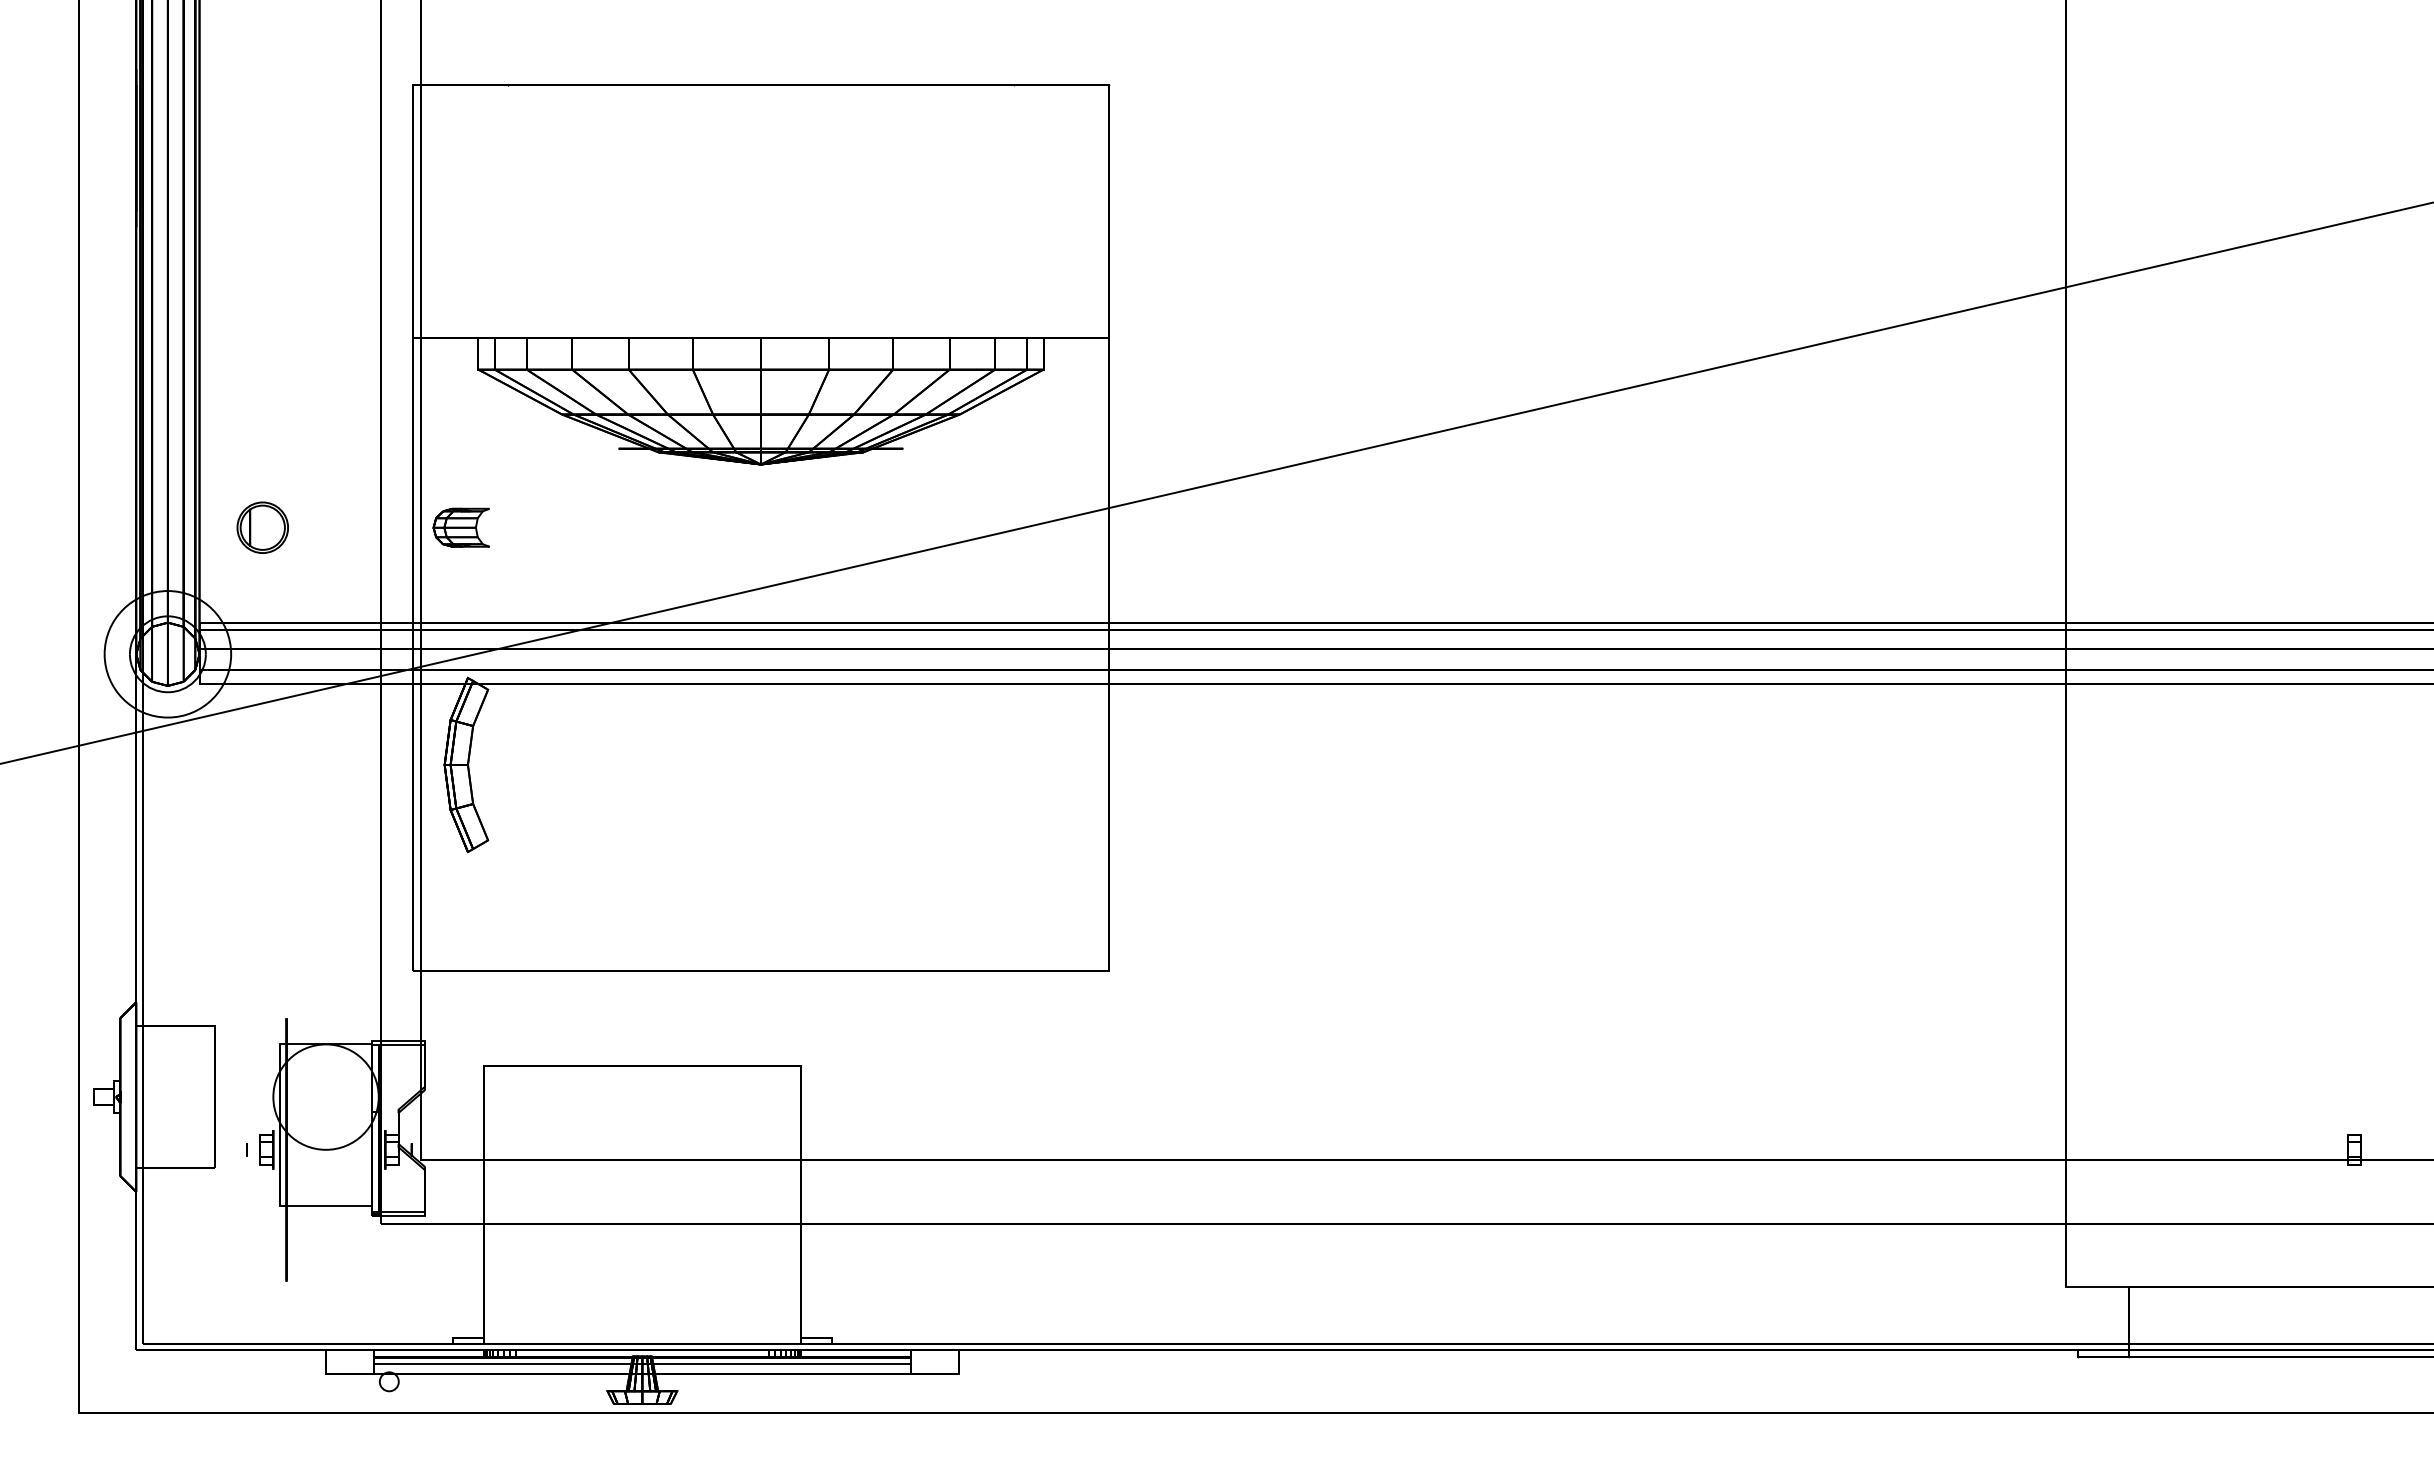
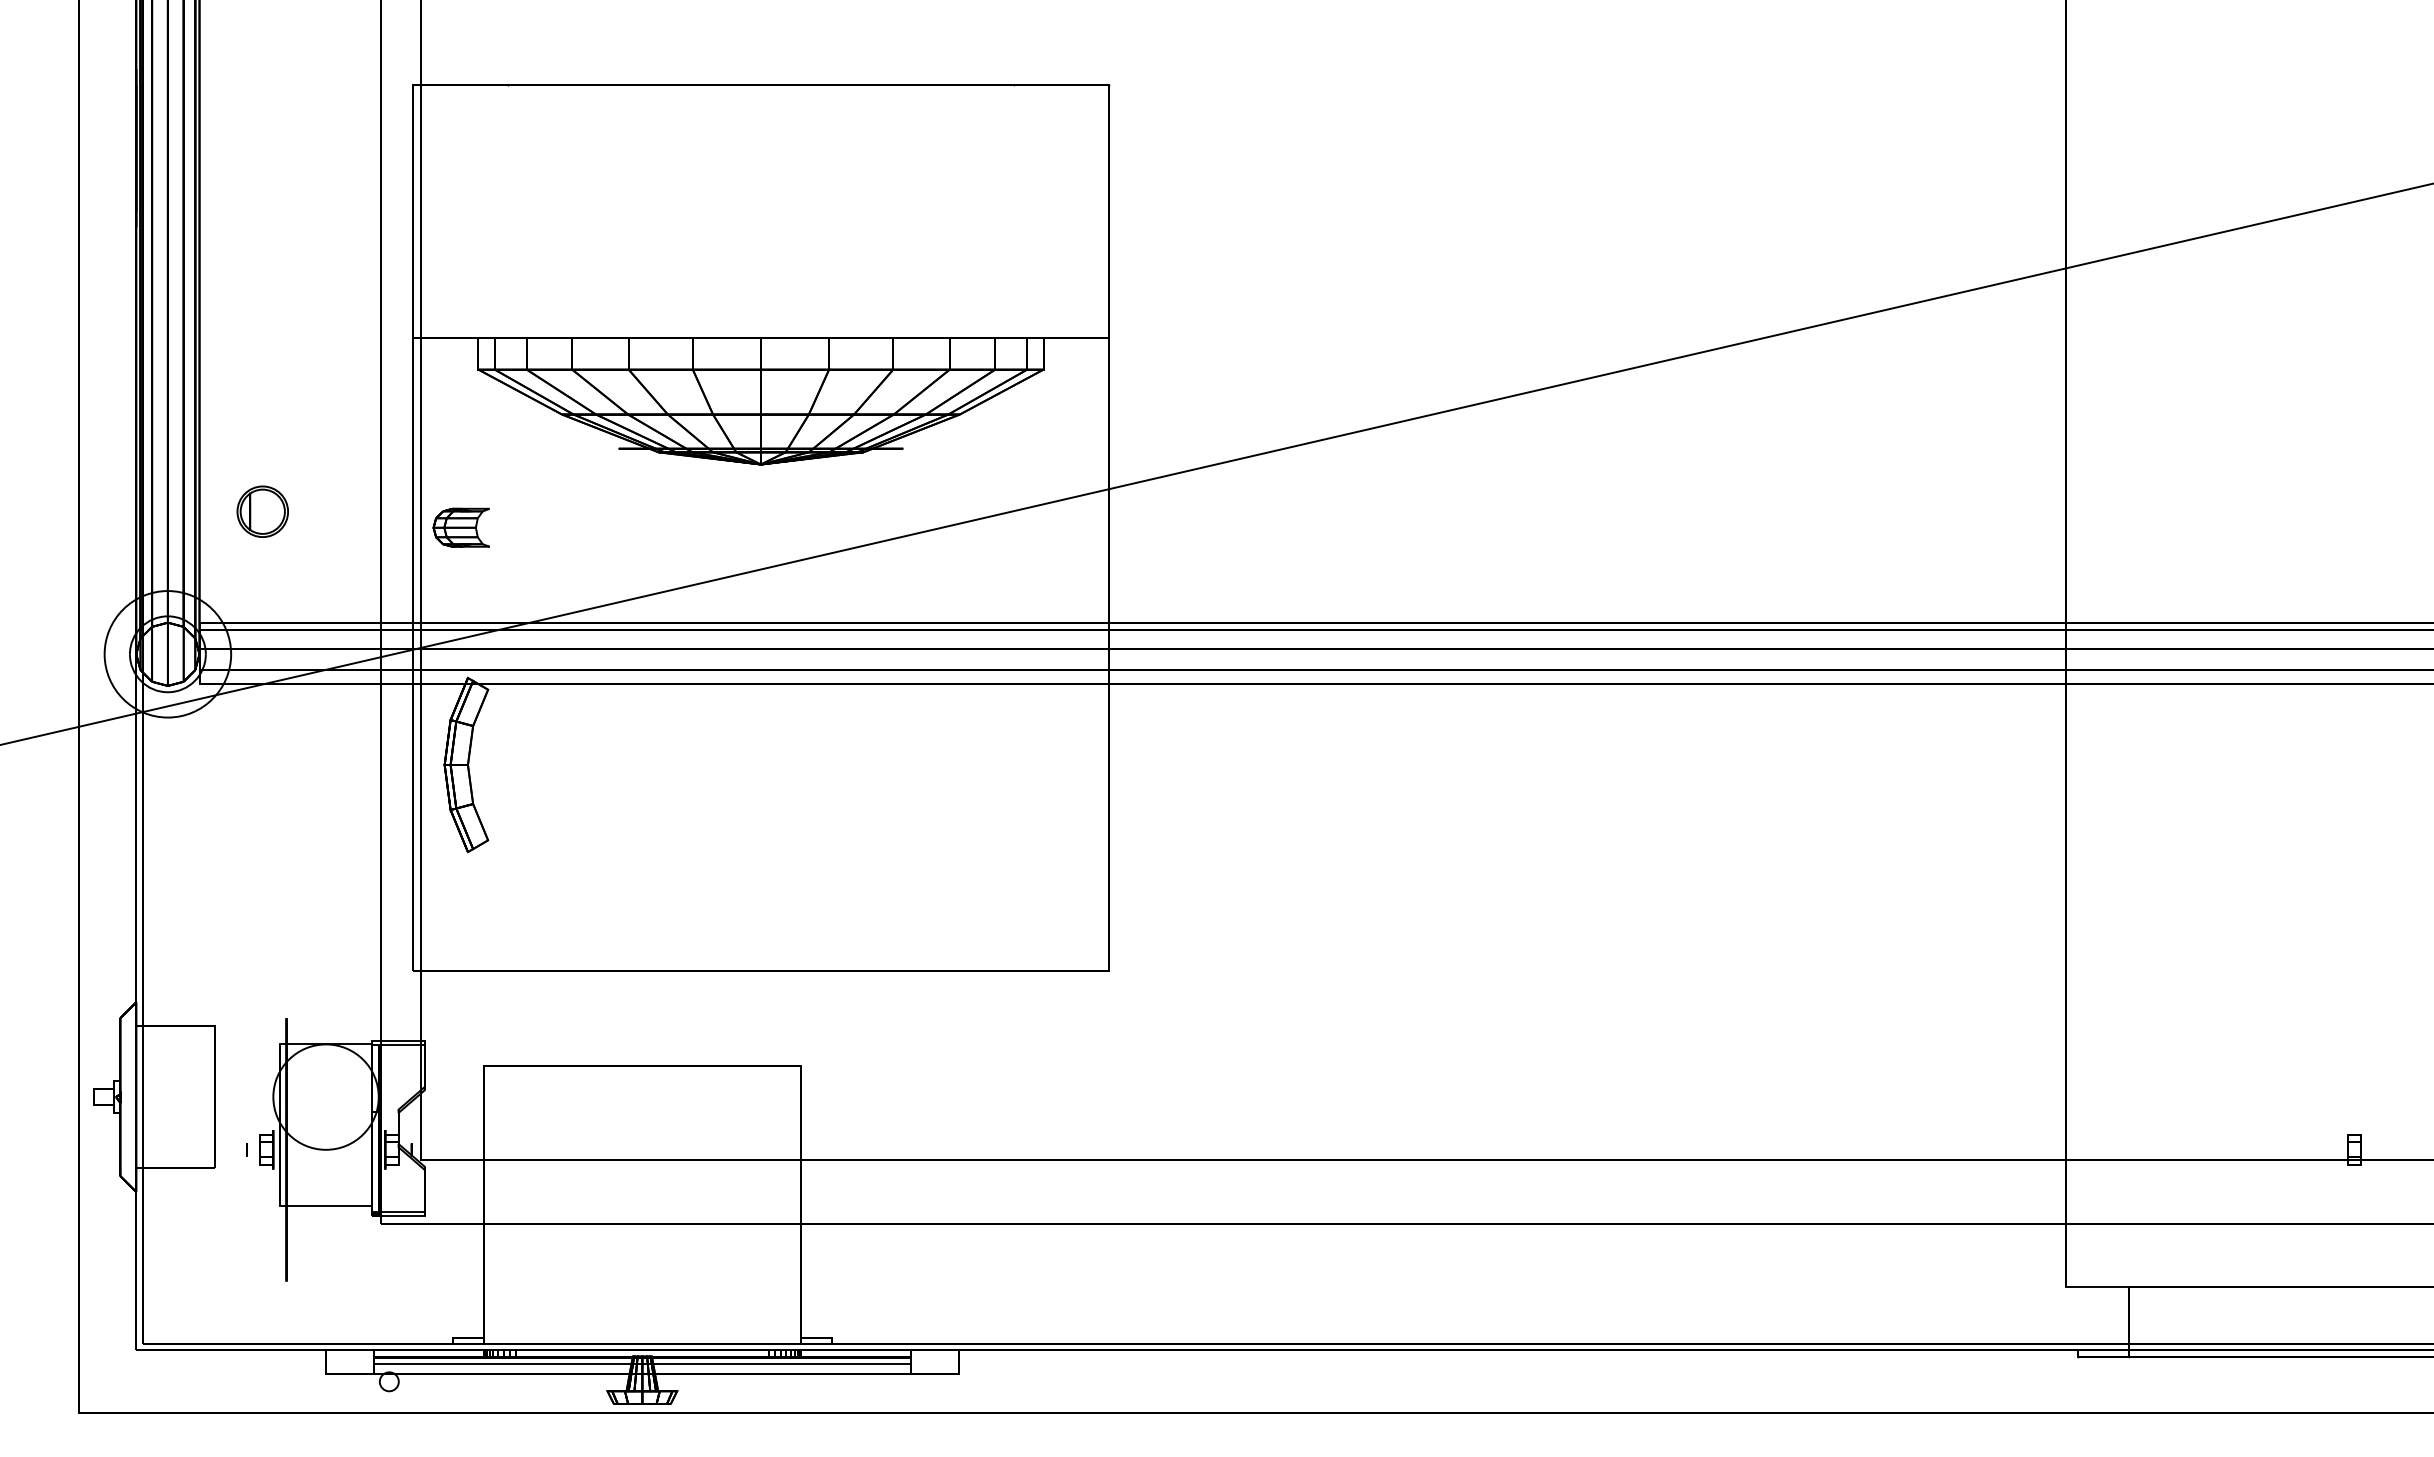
line at (1216, 483) position: (1216, 483) -> (1216, 464)
part at (262, 527) position: (262, 527) -> (262, 511)
